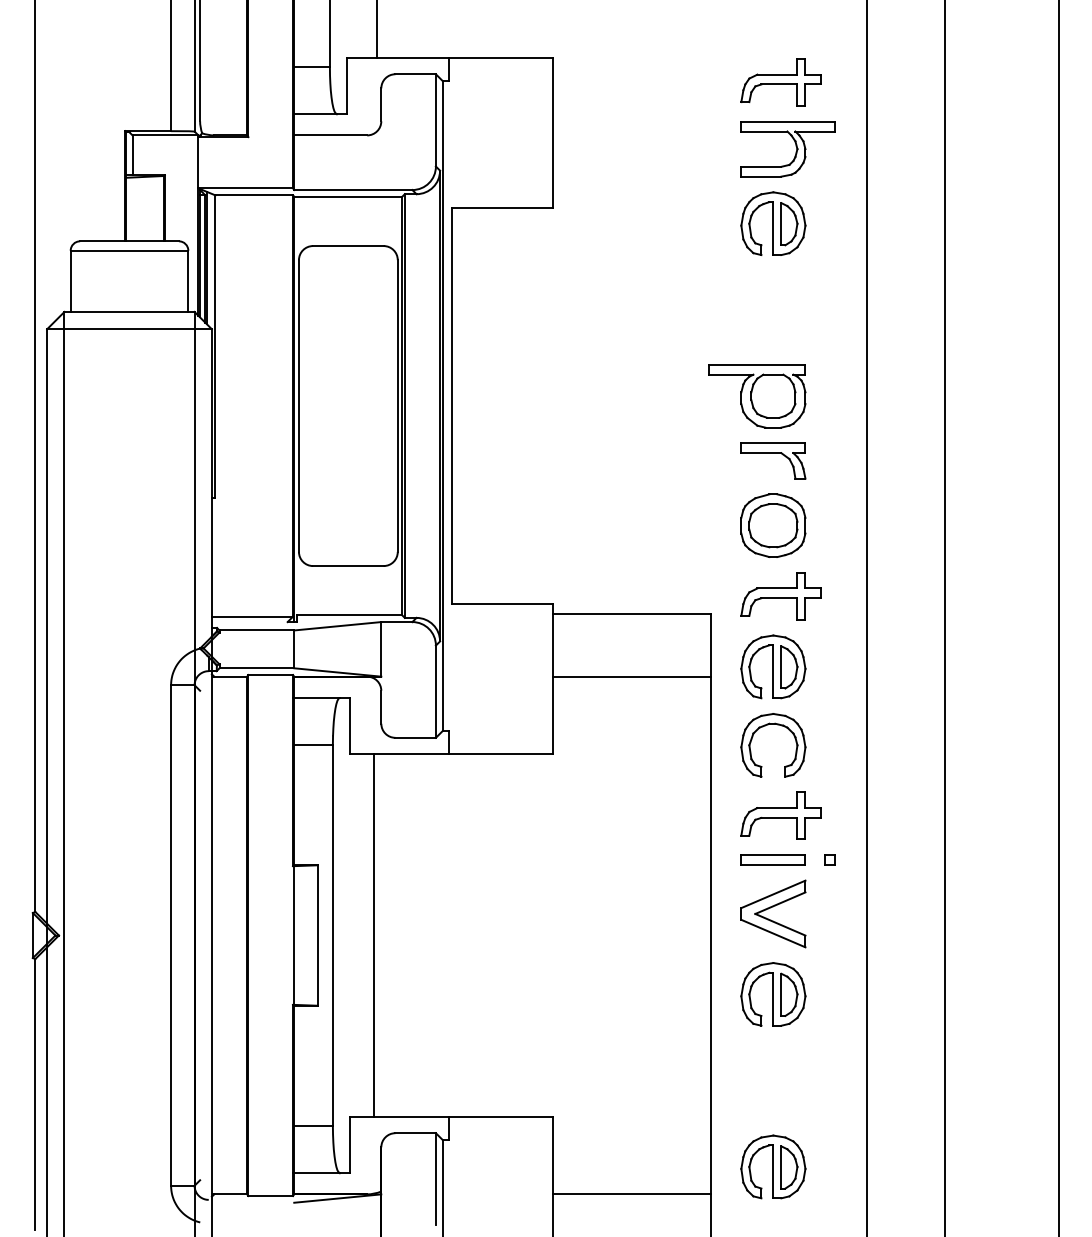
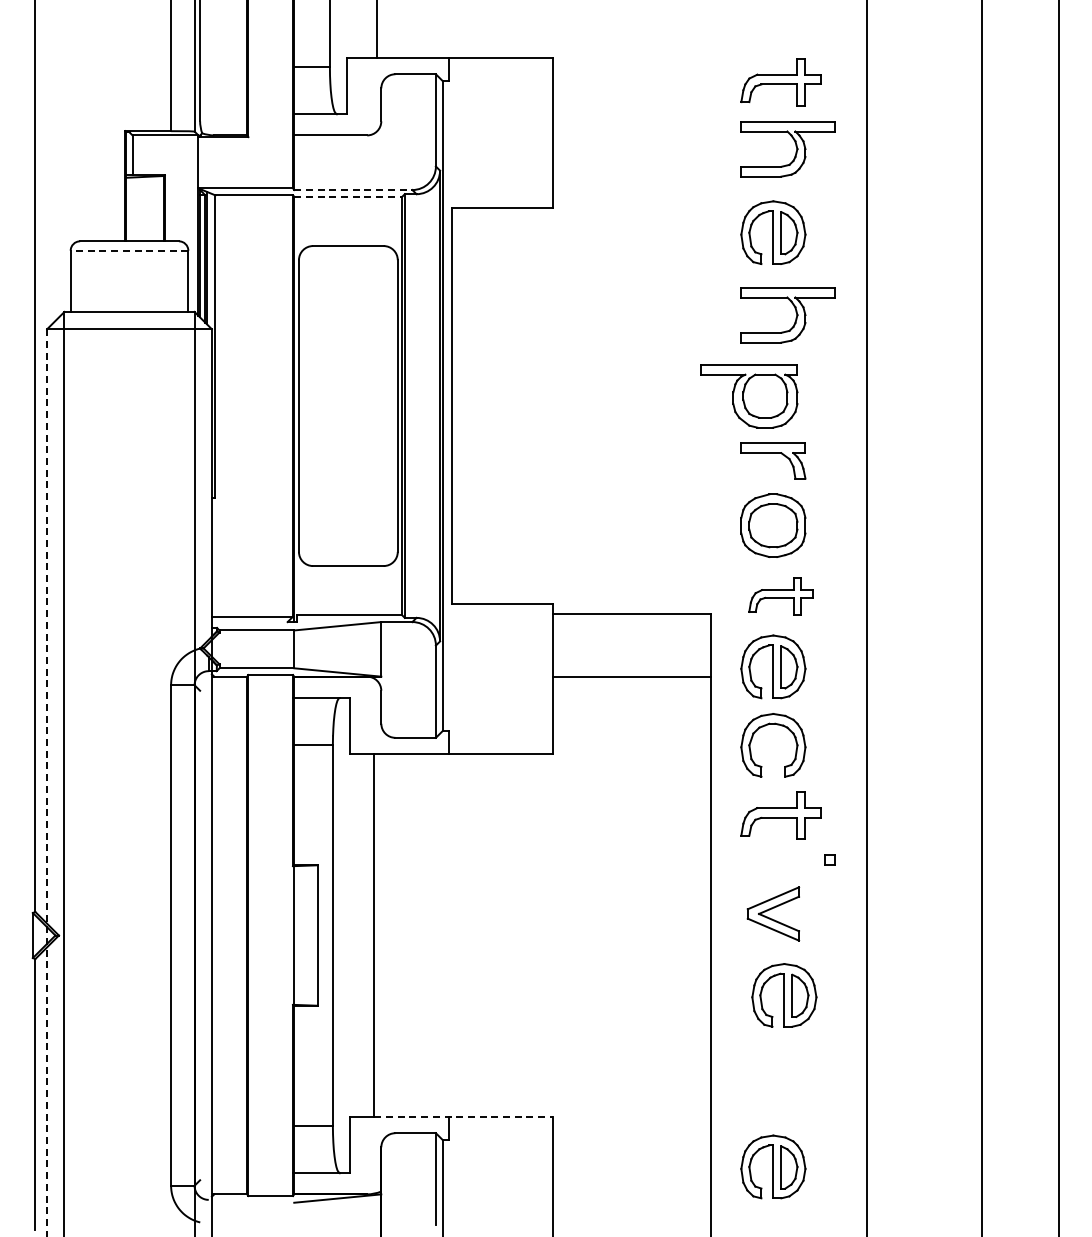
line at (353, 190): solid -> dashed
line at (348, 196): solid -> dashed
part at (773, 223) position: (773, 223) -> (773, 232)
line at (129, 250): solid -> dashed
part at (795, 317): none -> present
part at (757, 396) position: (757, 396) -> (749, 396)
part at (780, 596) size: 82x49 px -> 66x39 px
line at (945, 617) position: (945, 617) -> (982, 617)
line at (47, 782): solid -> dashed
part at (772, 859): present -> none
part at (773, 913) size: 67x70 px -> 55x56 px
part at (773, 994) position: (773, 994) -> (784, 995)
line at (464, 1116): solid -> dashed
line at (631, 1194): present -> none
